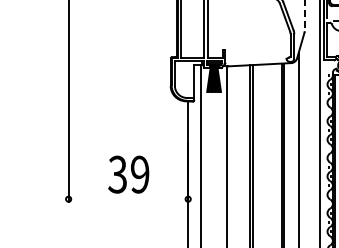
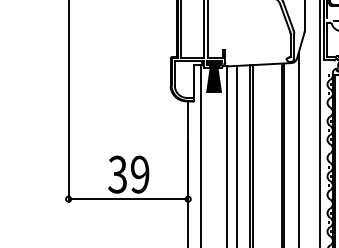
line at (304, 16): dashed -> solid
line at (236, 155): none -> present
line at (128, 199): none -> present
